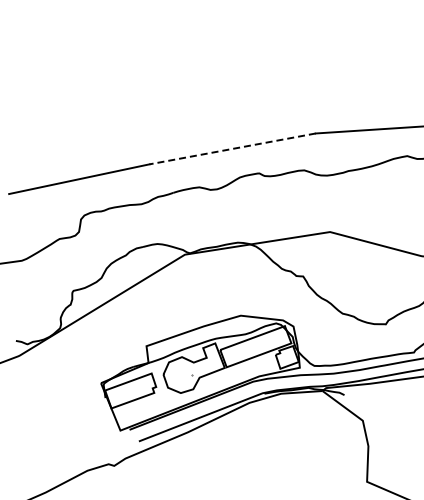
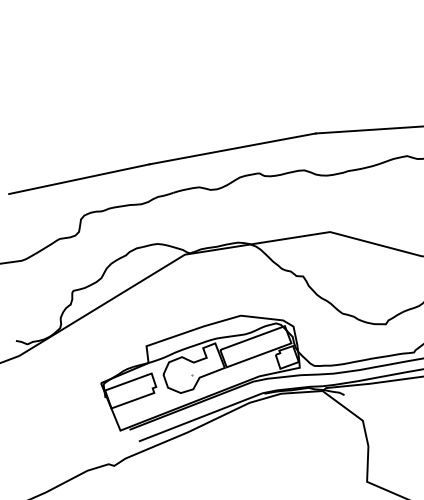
line at (232, 148): dashed -> solid
